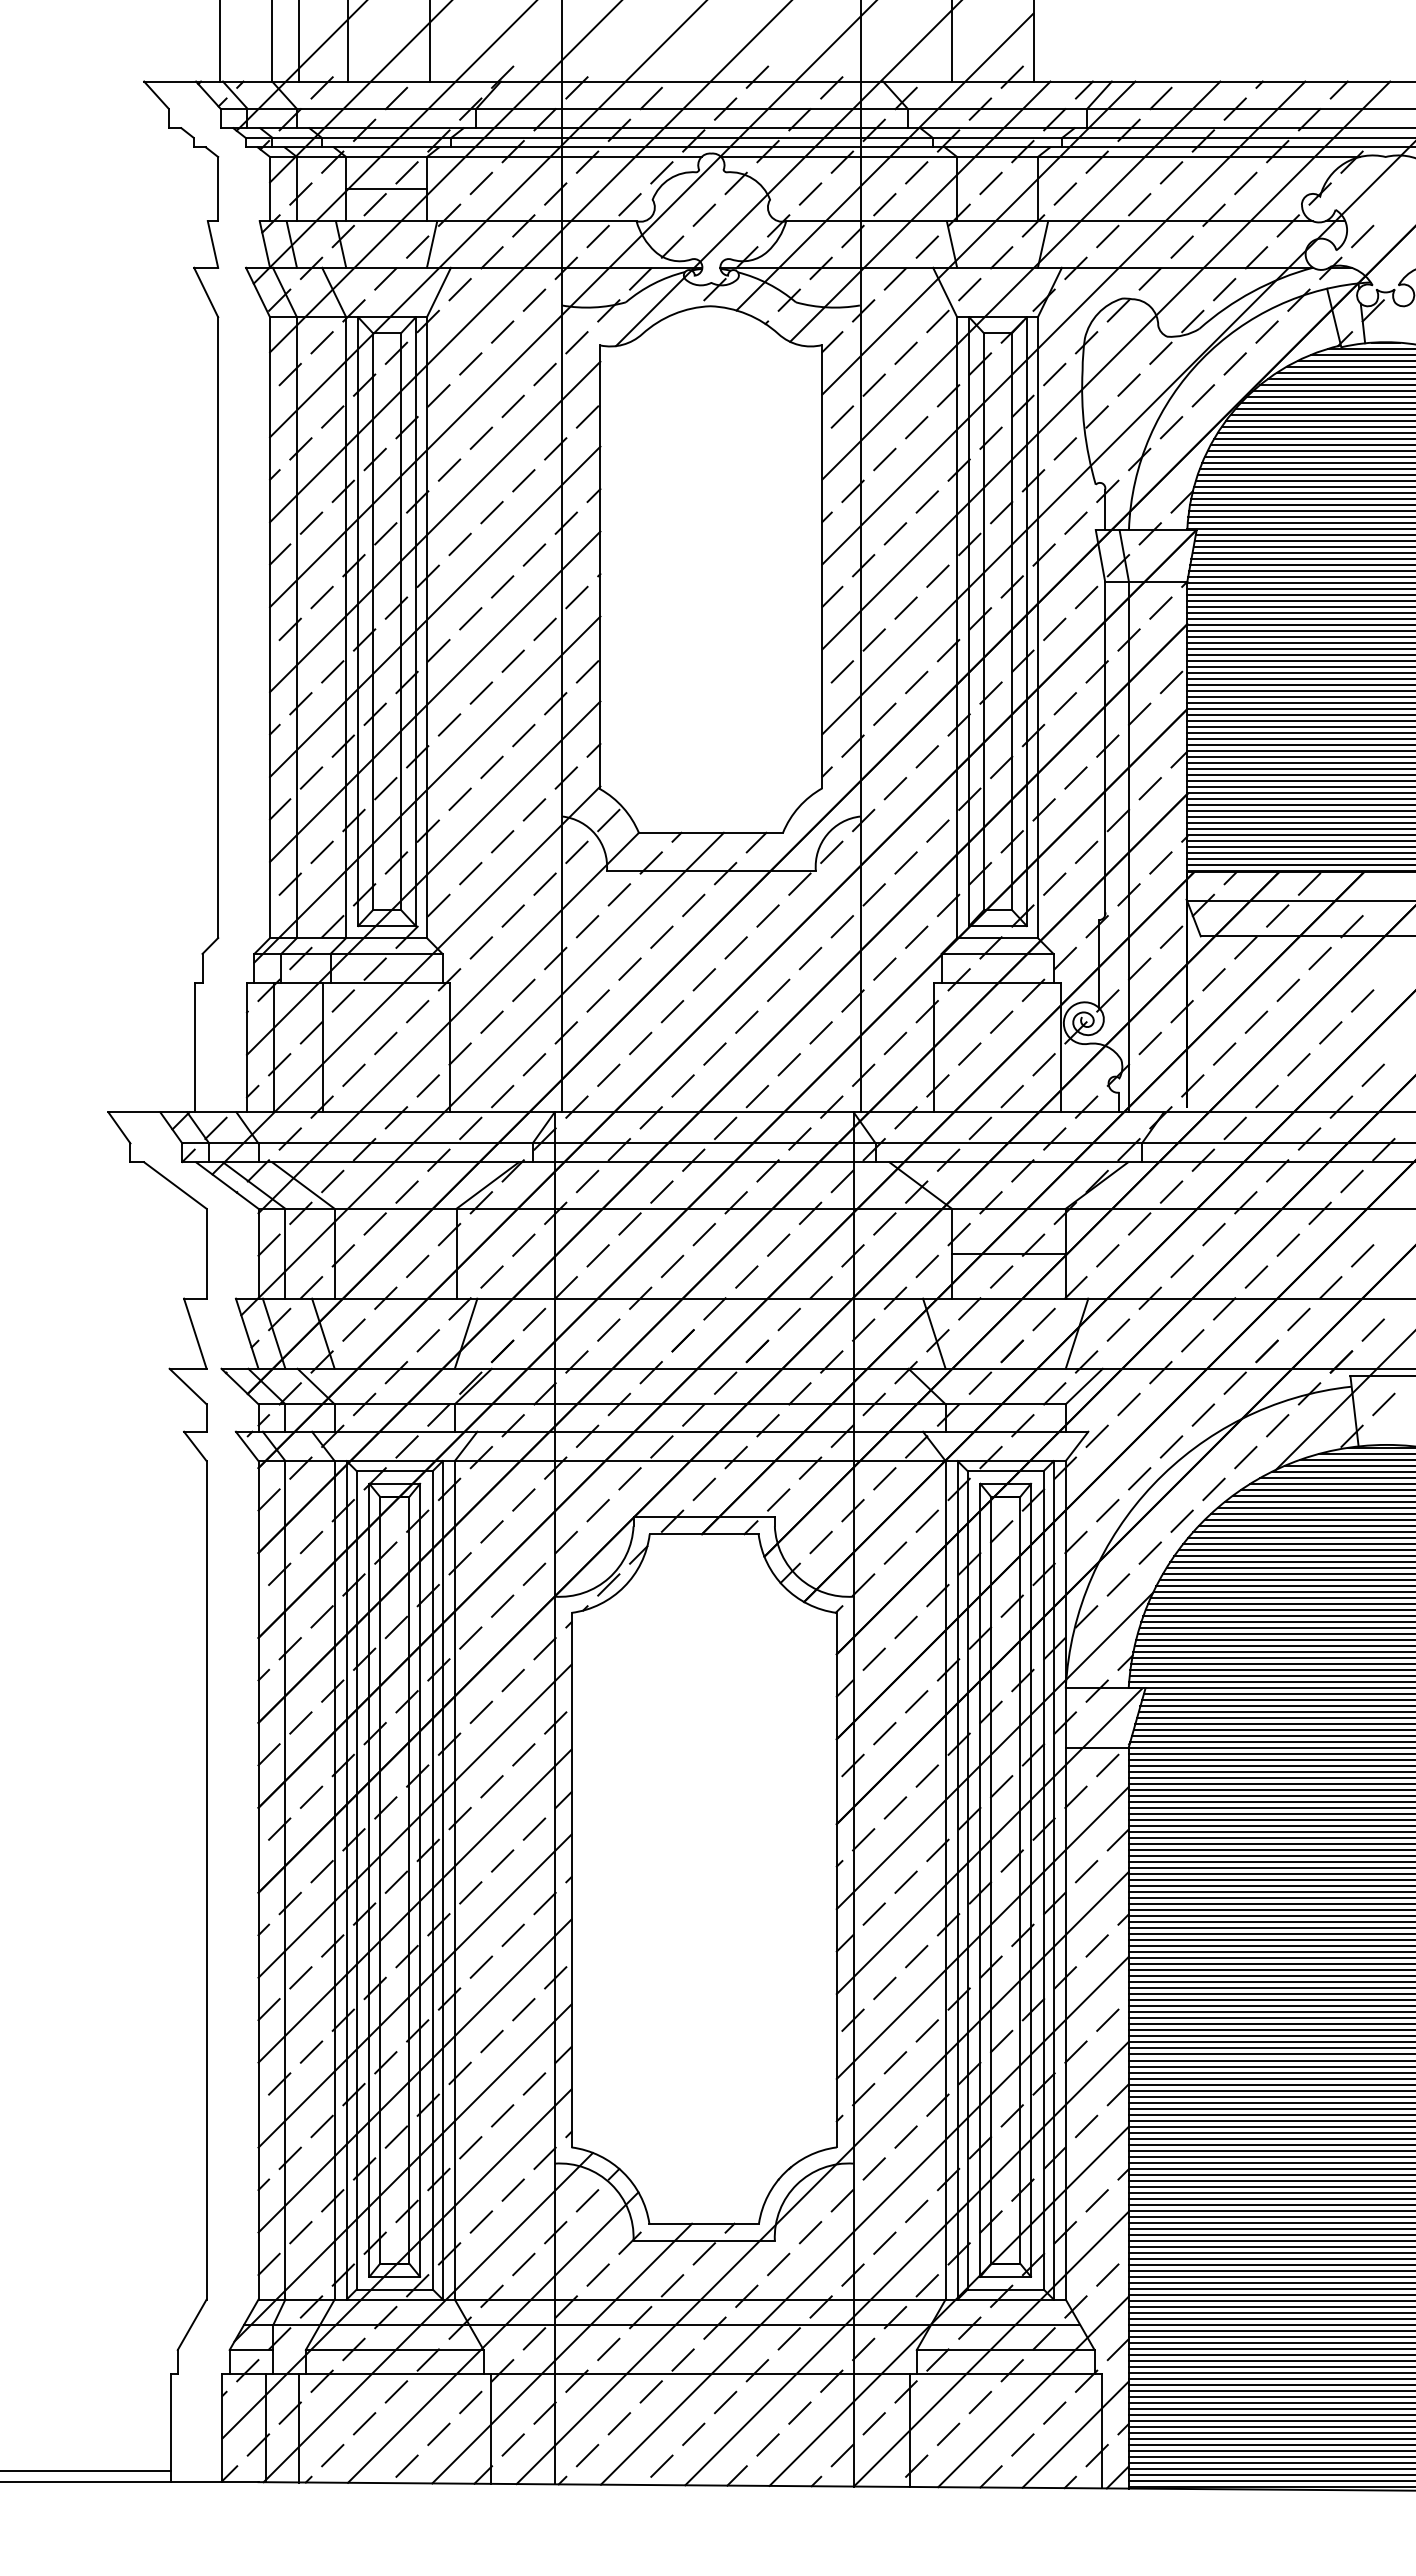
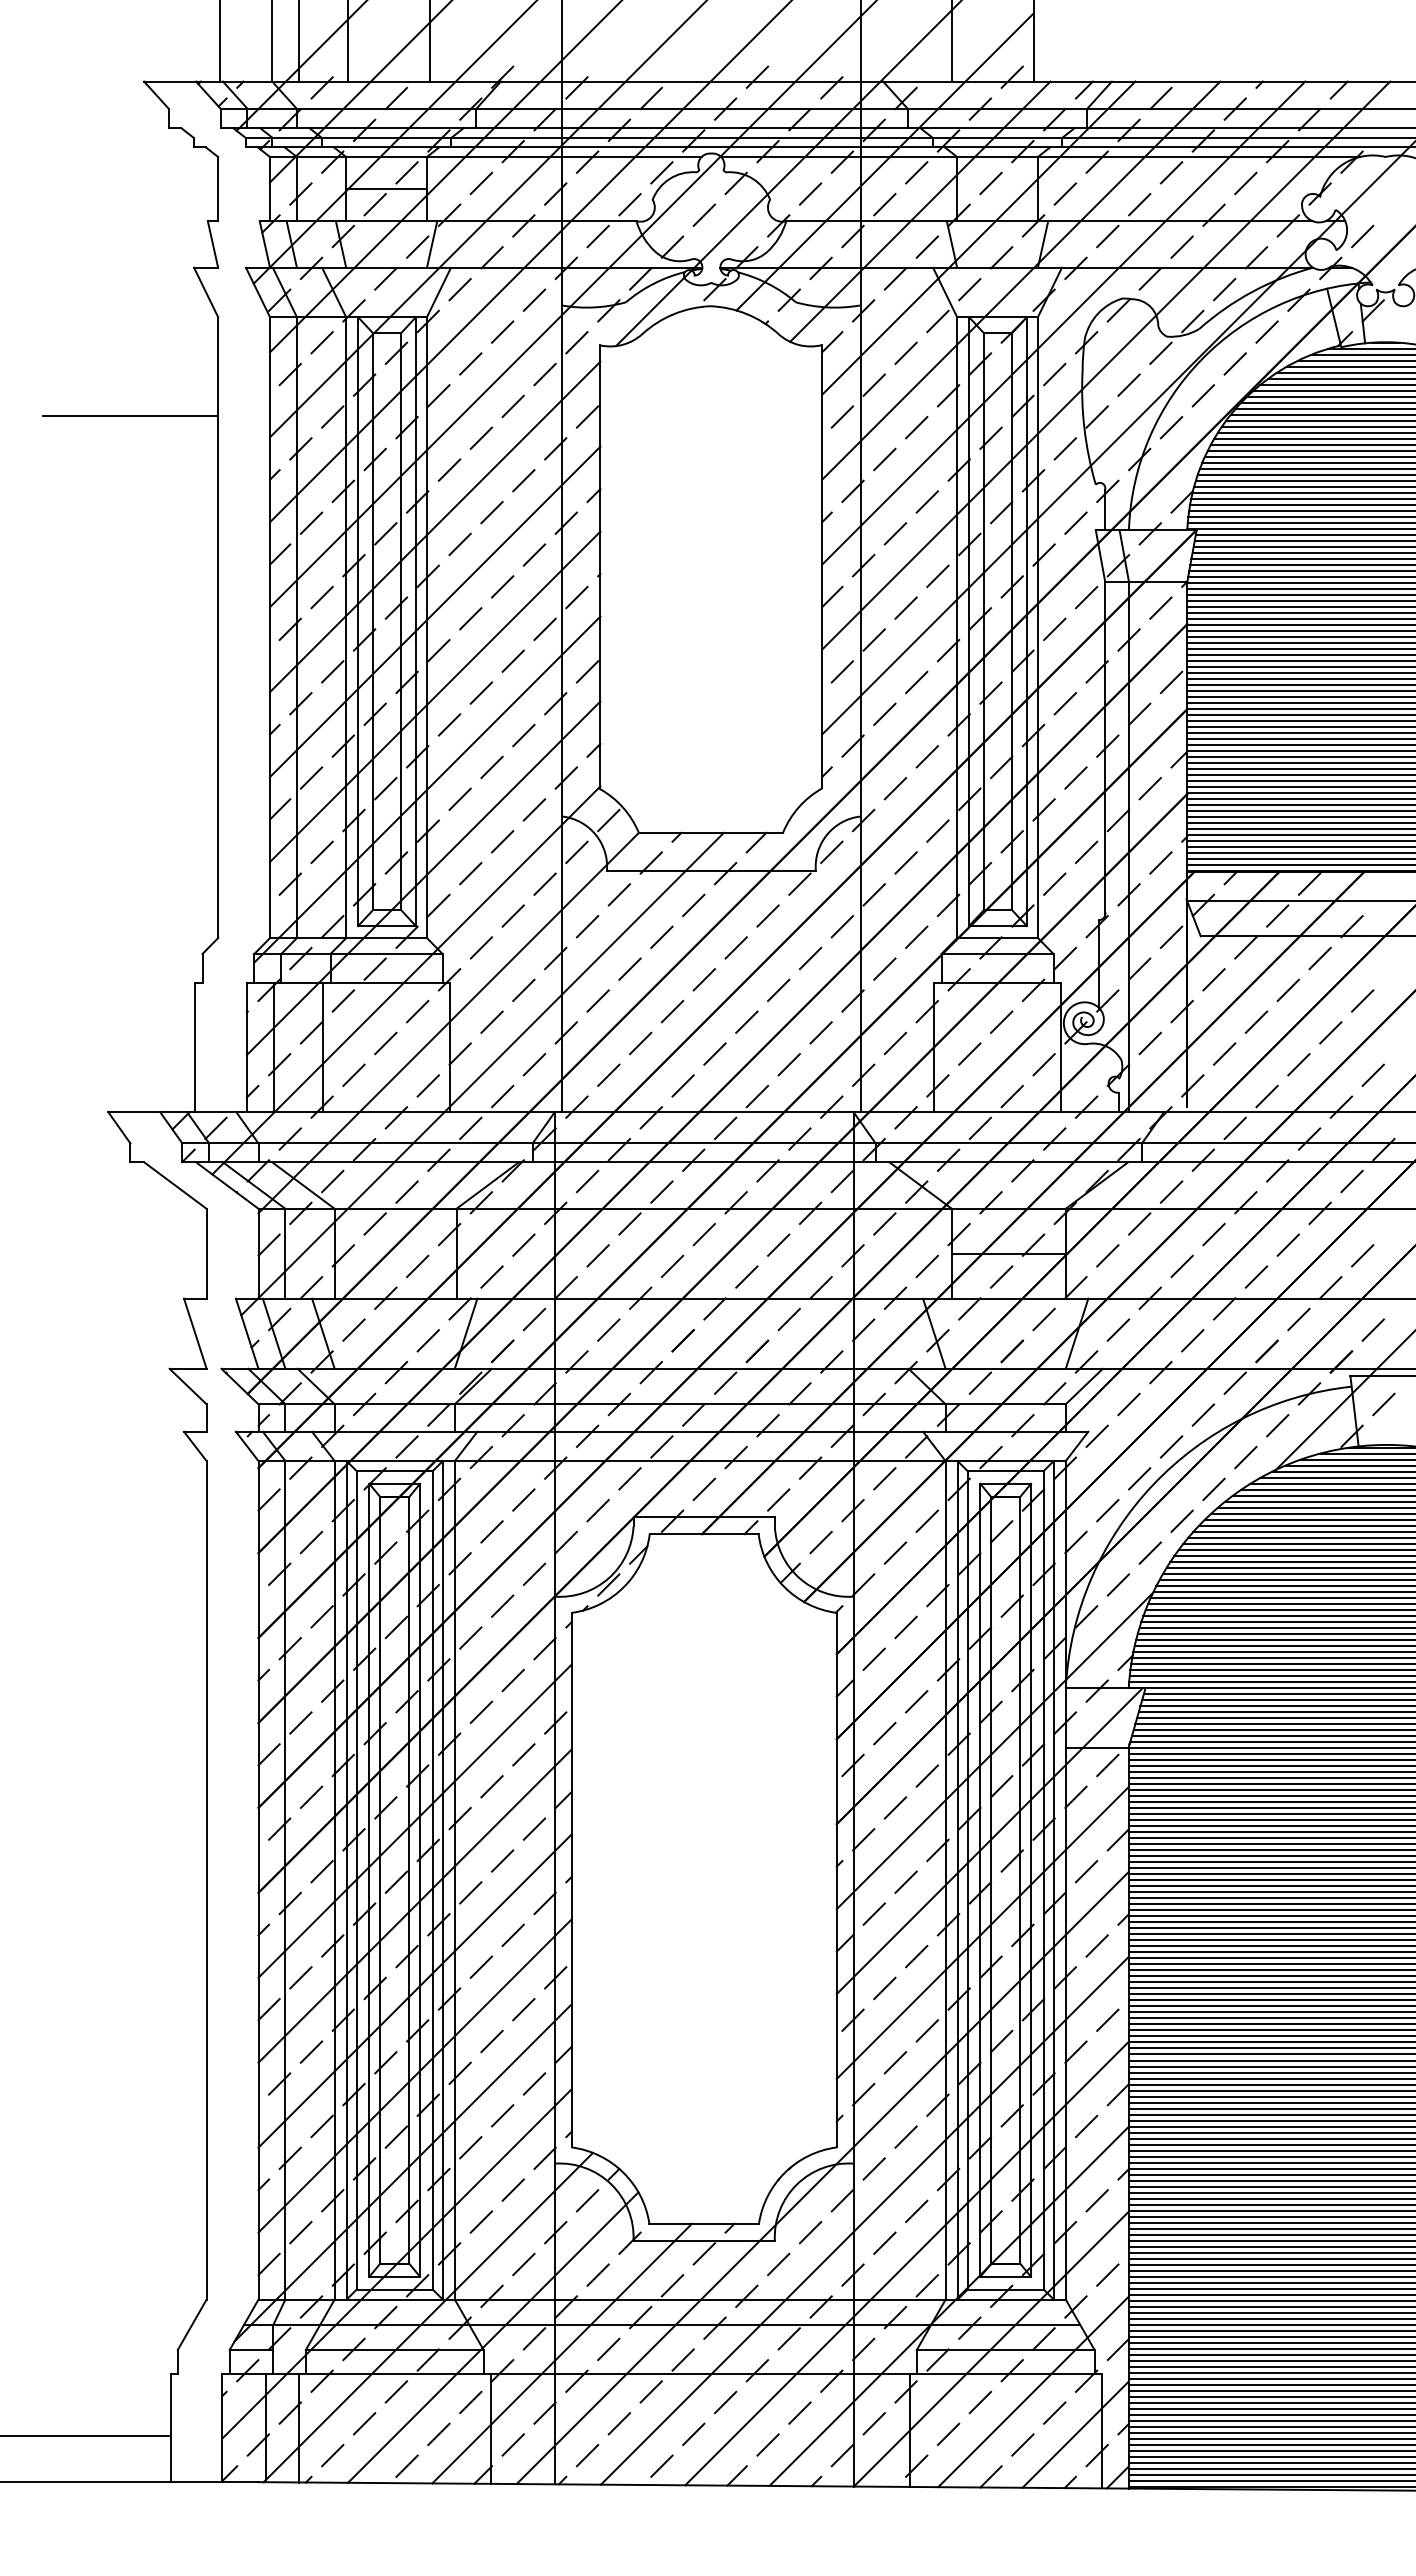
line at (130, 416): none -> present
line at (86, 2471) position: (86, 2471) -> (86, 2436)
